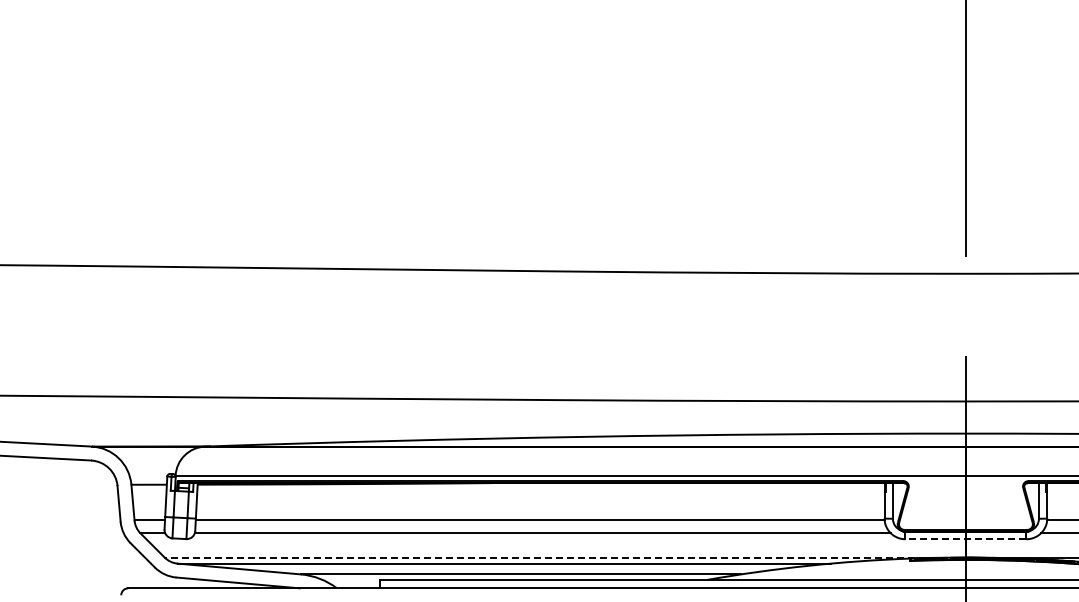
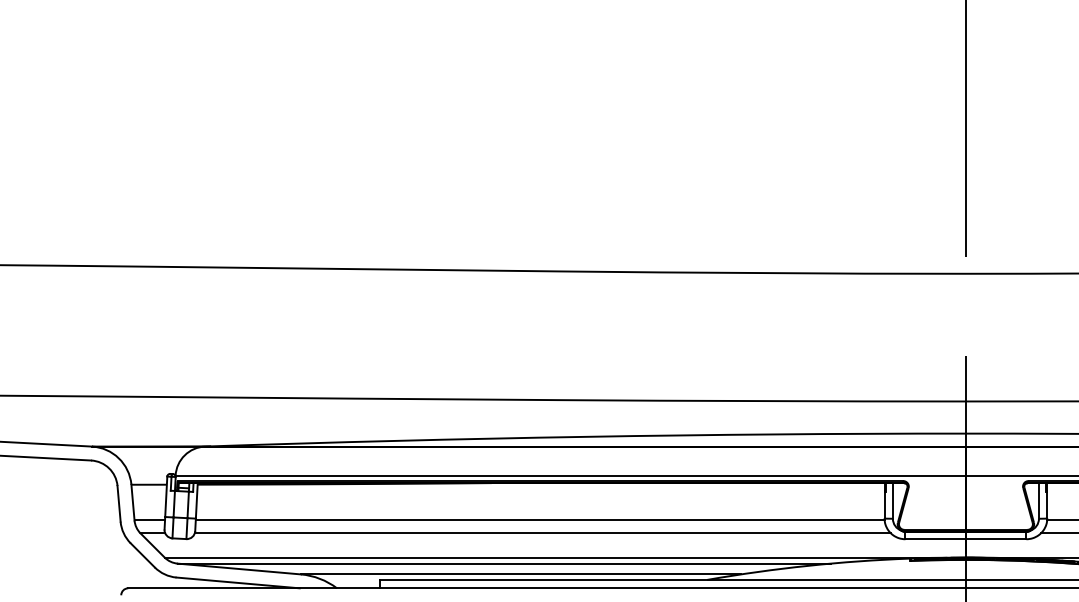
line at (965, 539): dashed -> solid
line at (561, 557): dashed -> solid
